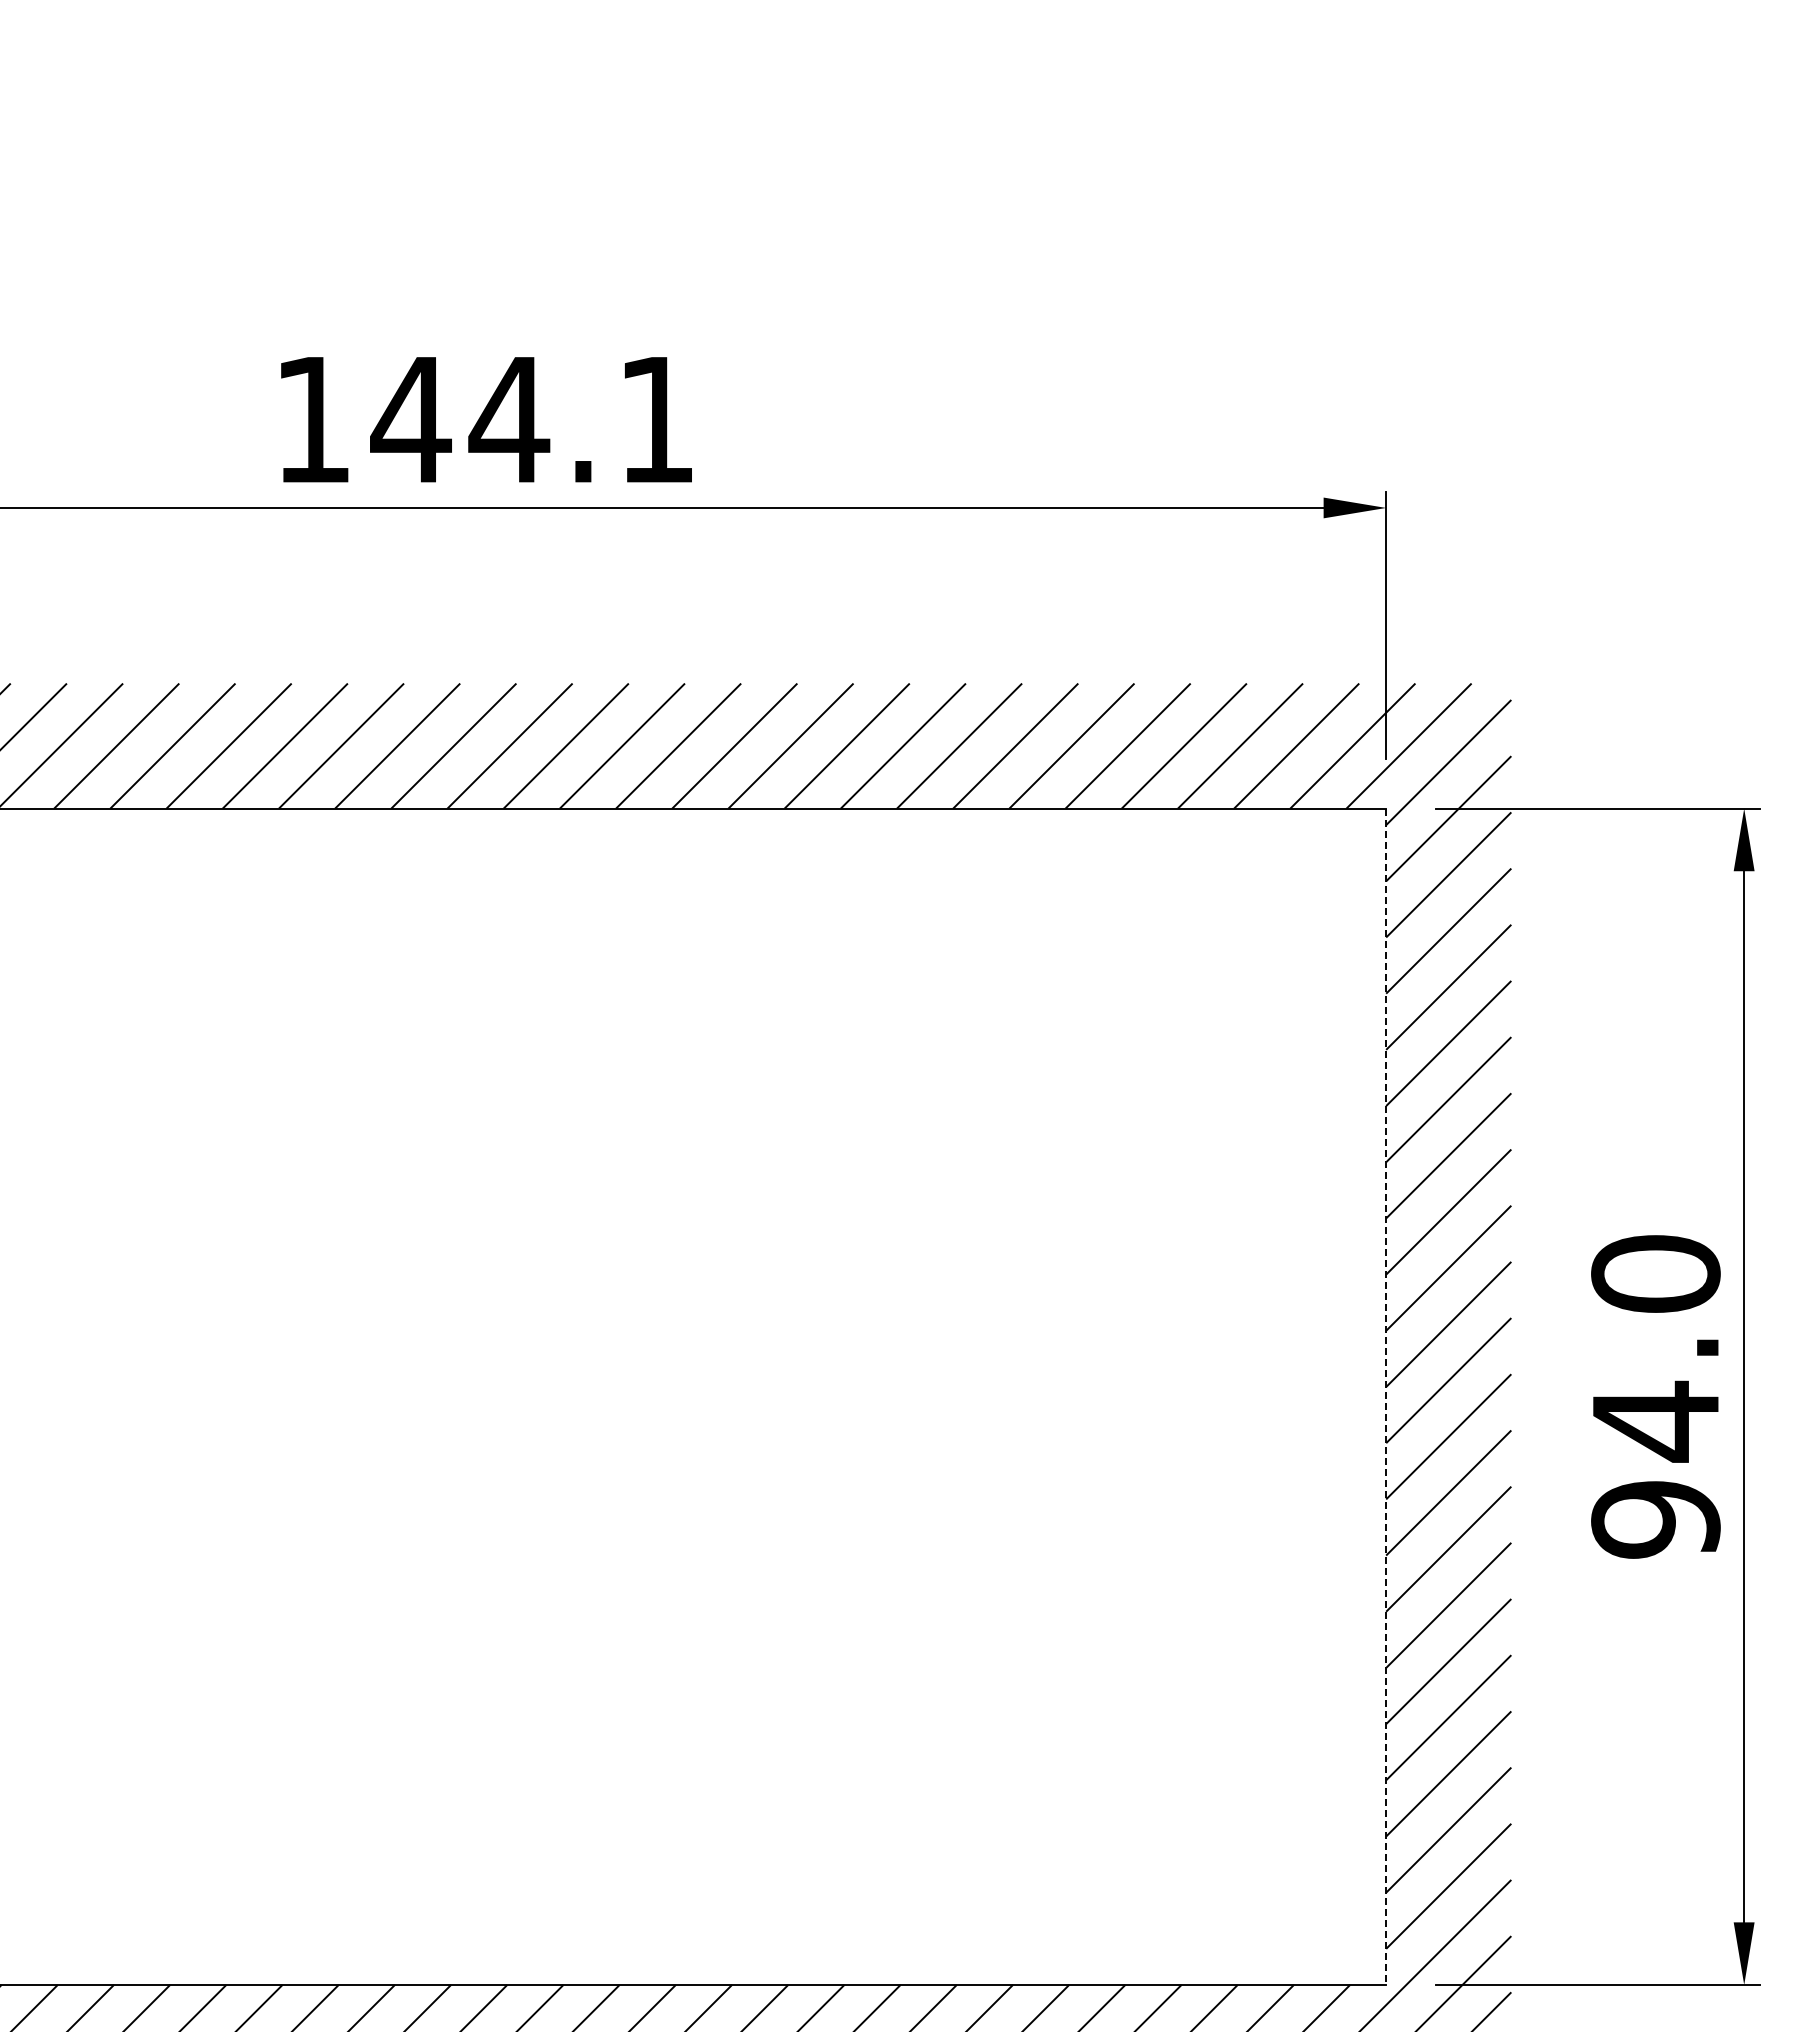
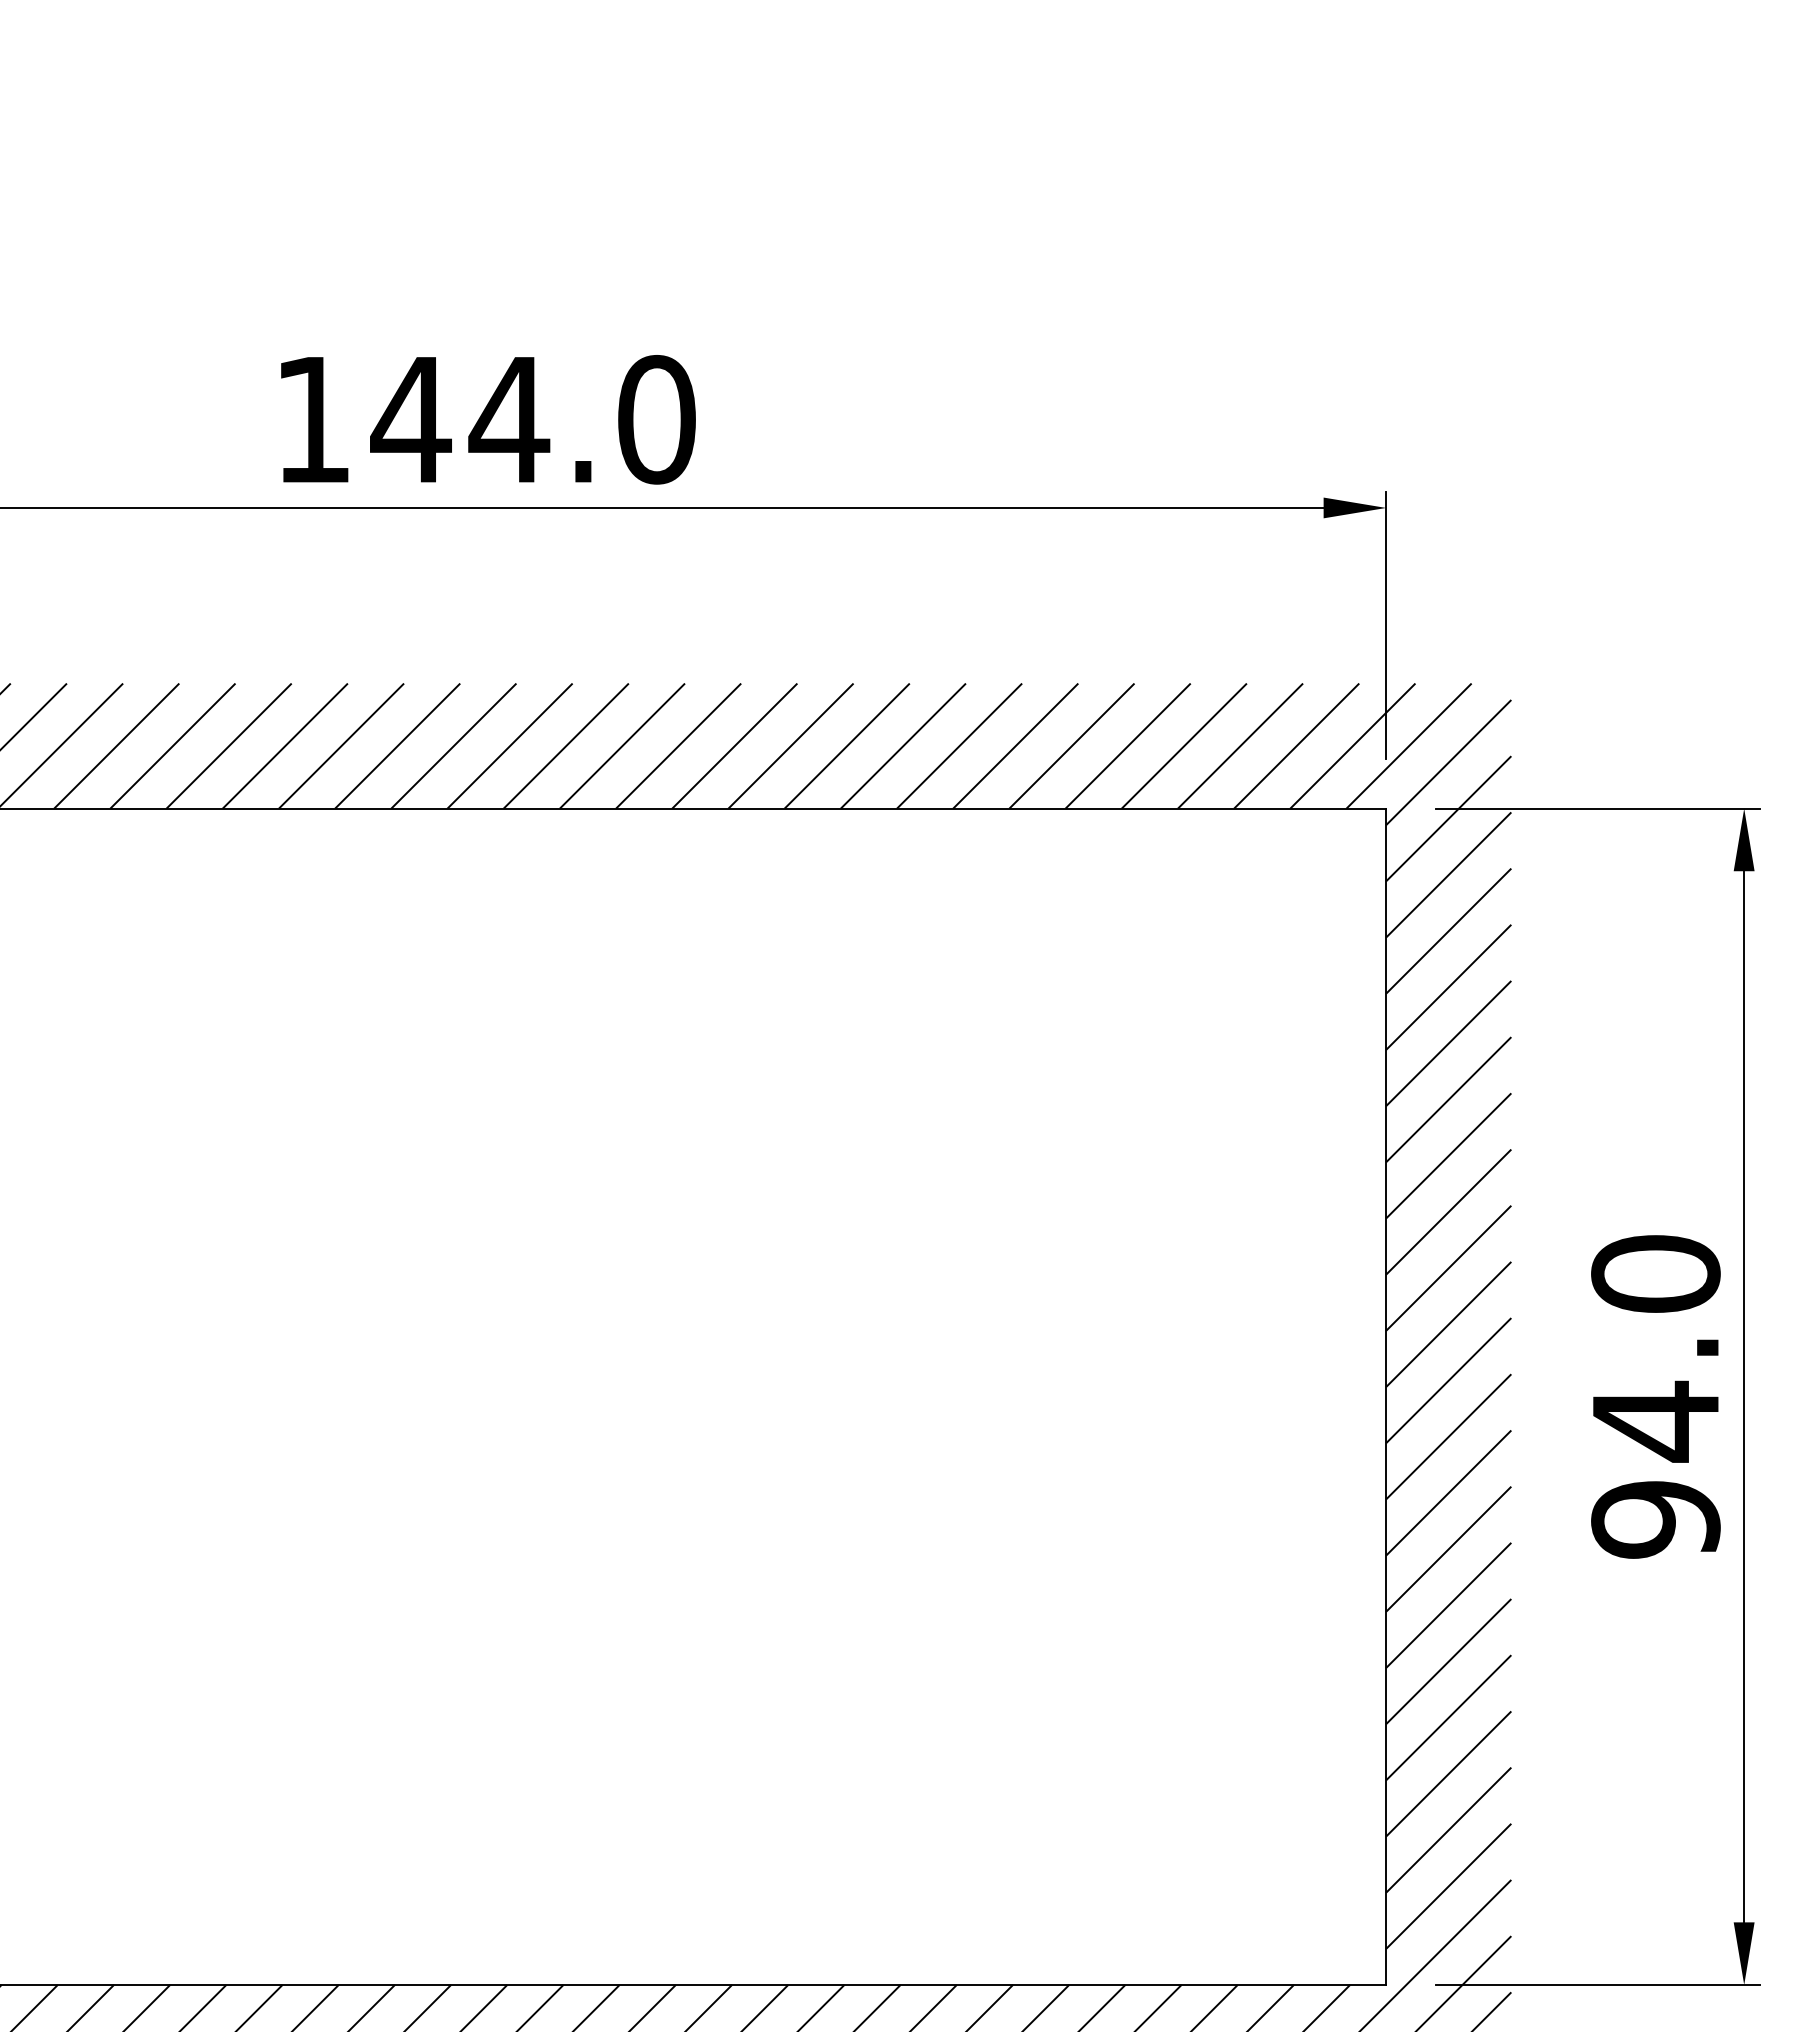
text at (656, 419): 144.1 -> 144.0
line at (1386, 1397): dashed -> solid
